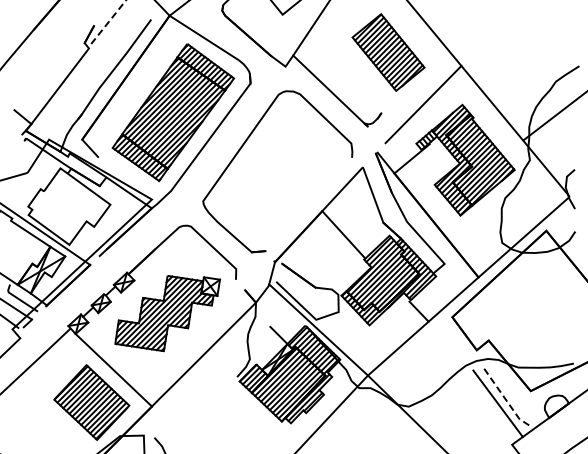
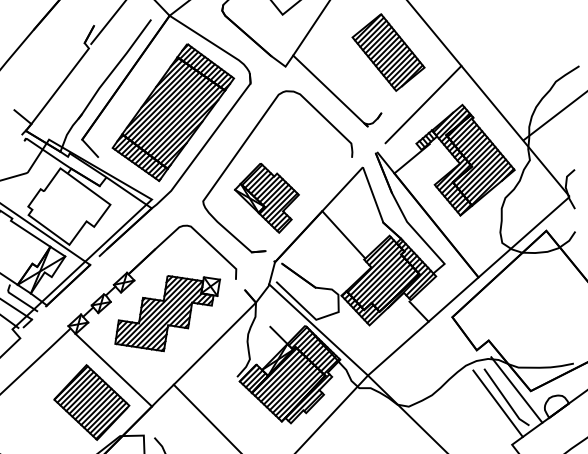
line at (108, 22): dashed -> solid
part at (266, 198): none -> present
line at (516, 389): none -> present
line at (505, 399): dashed -> solid
line at (205, 417): none -> present
